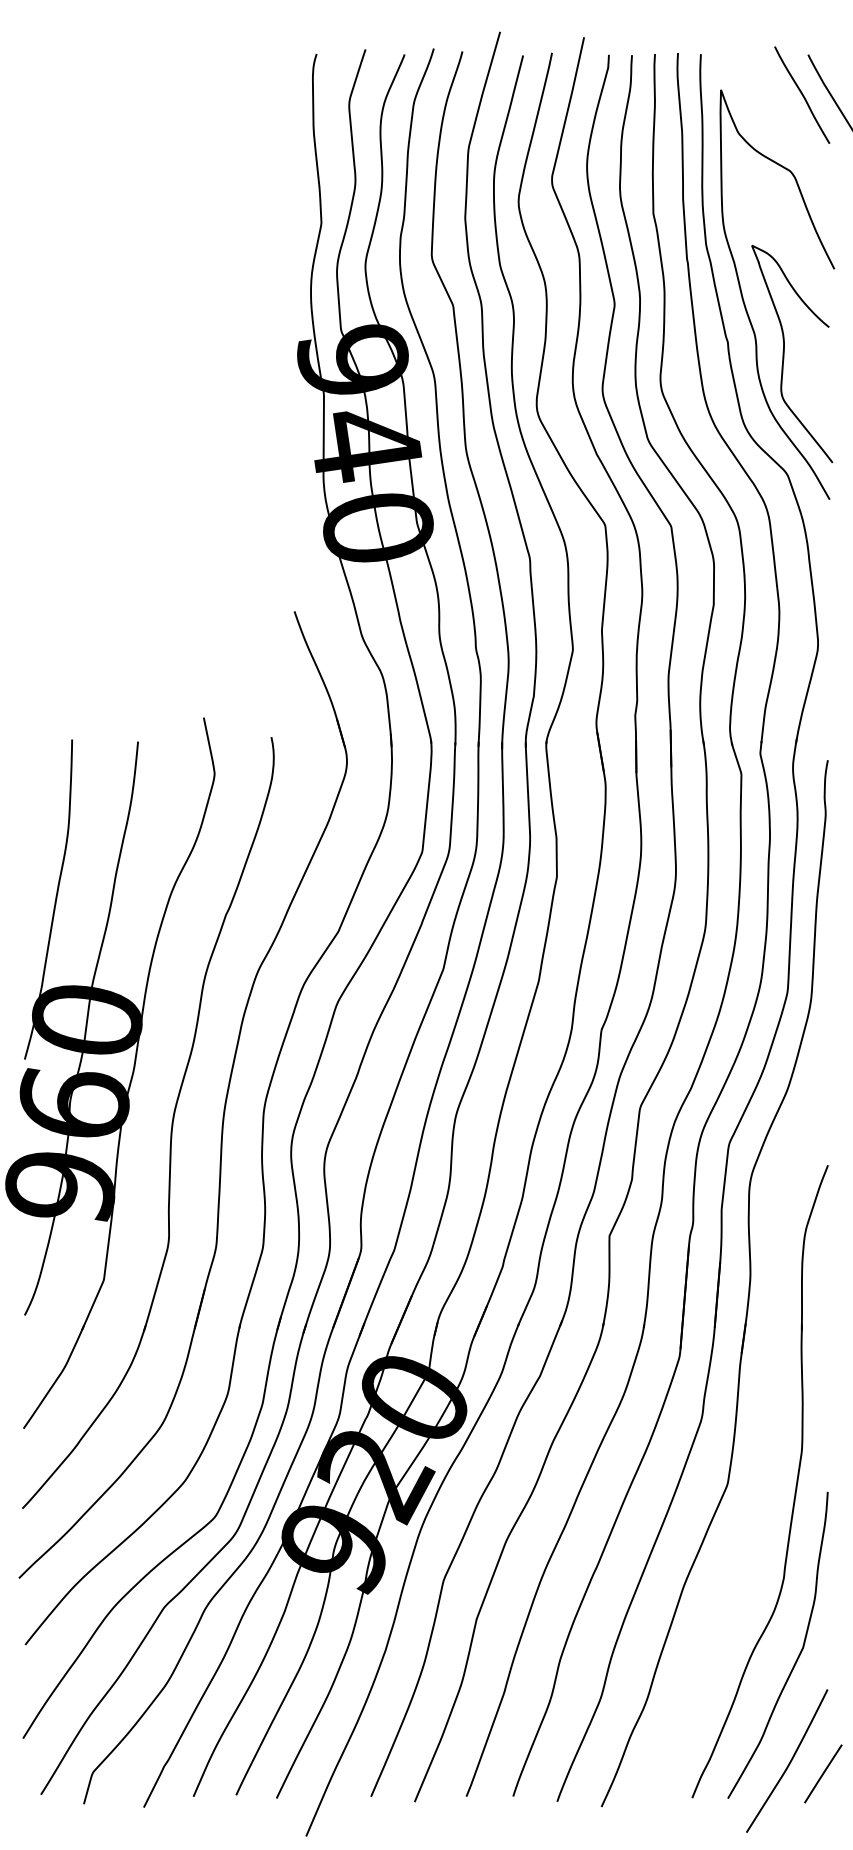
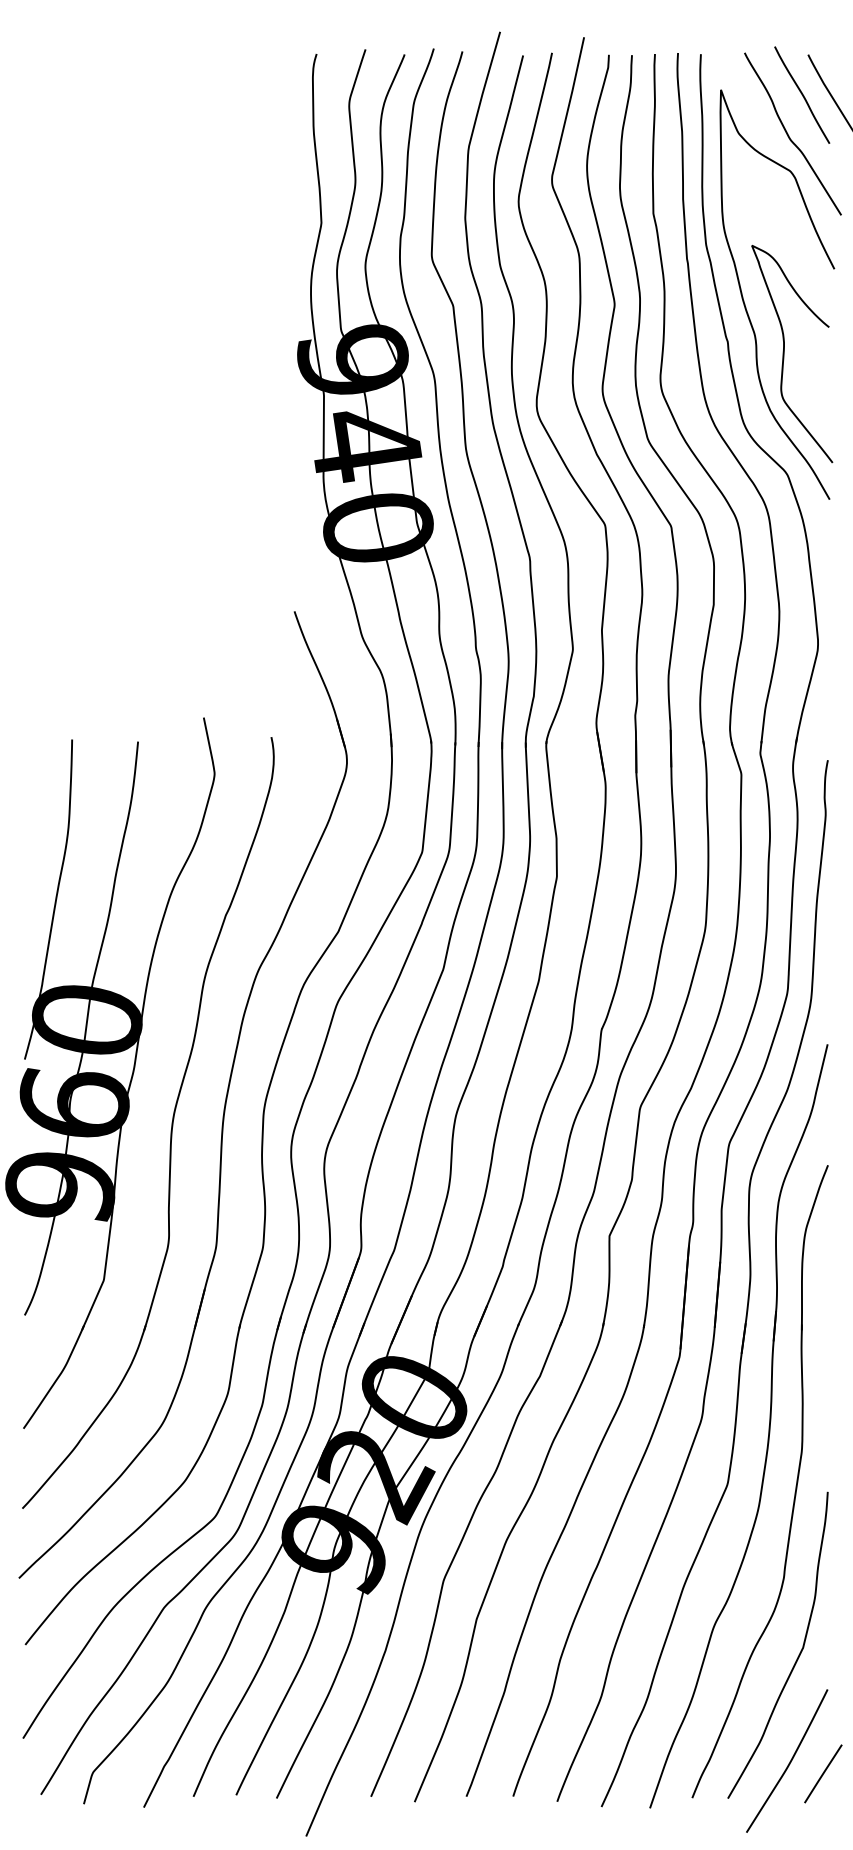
curve at (789, 135): none -> present
part at (768, 1426): none -> present
